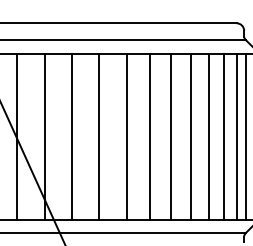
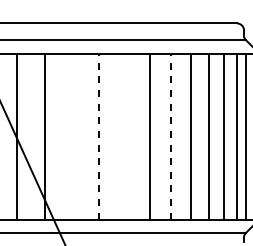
line at (72, 136): present -> none
line at (98, 136): solid -> dashed
line at (126, 136): present -> none
line at (171, 136): solid -> dashed
